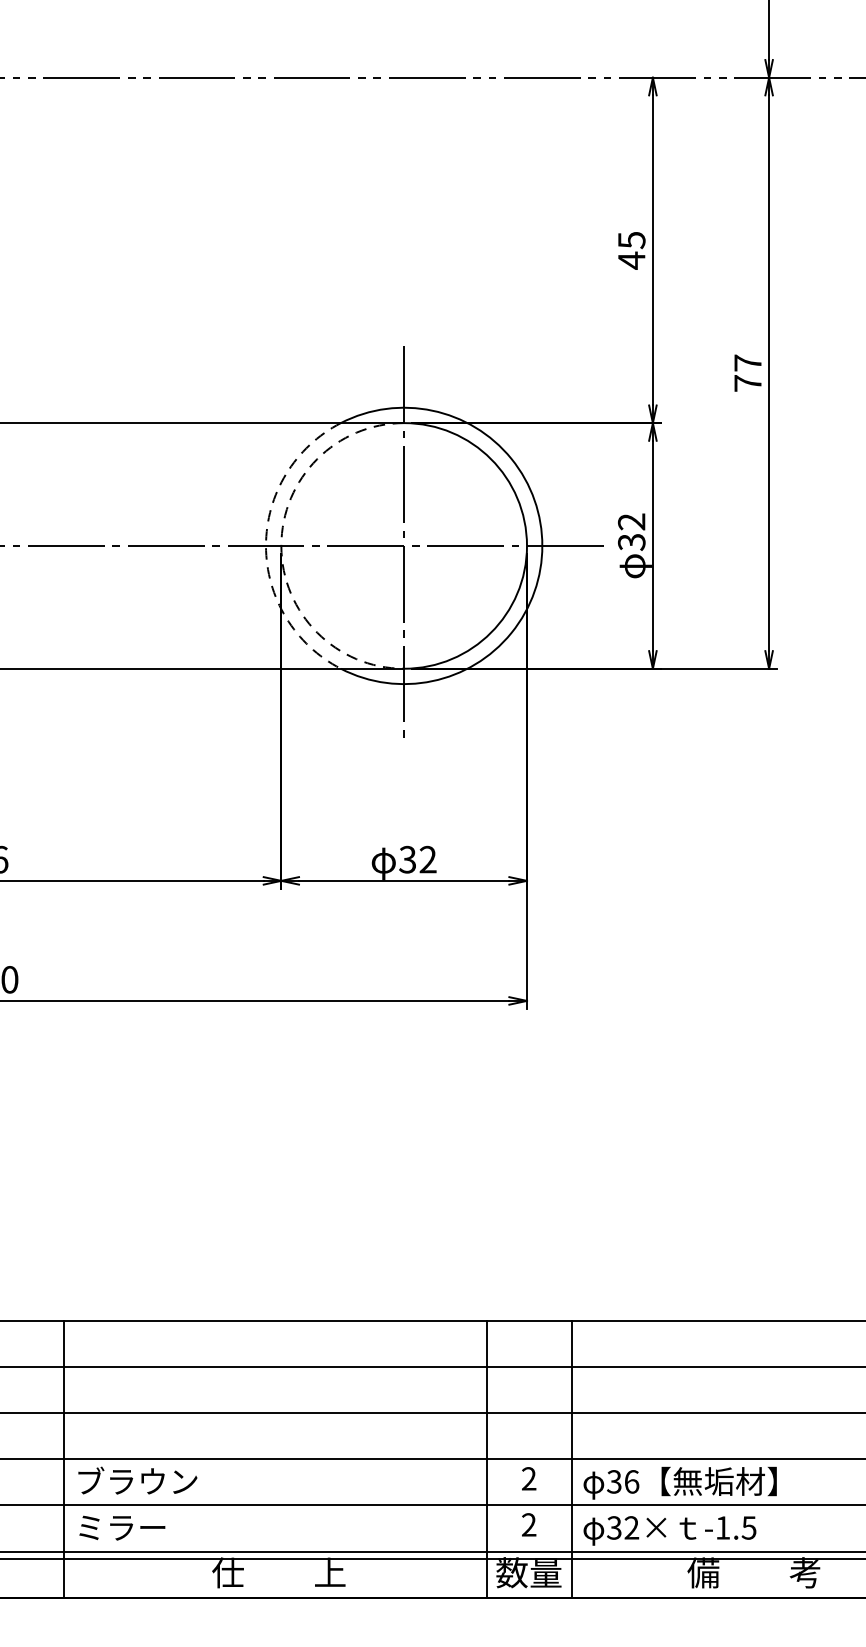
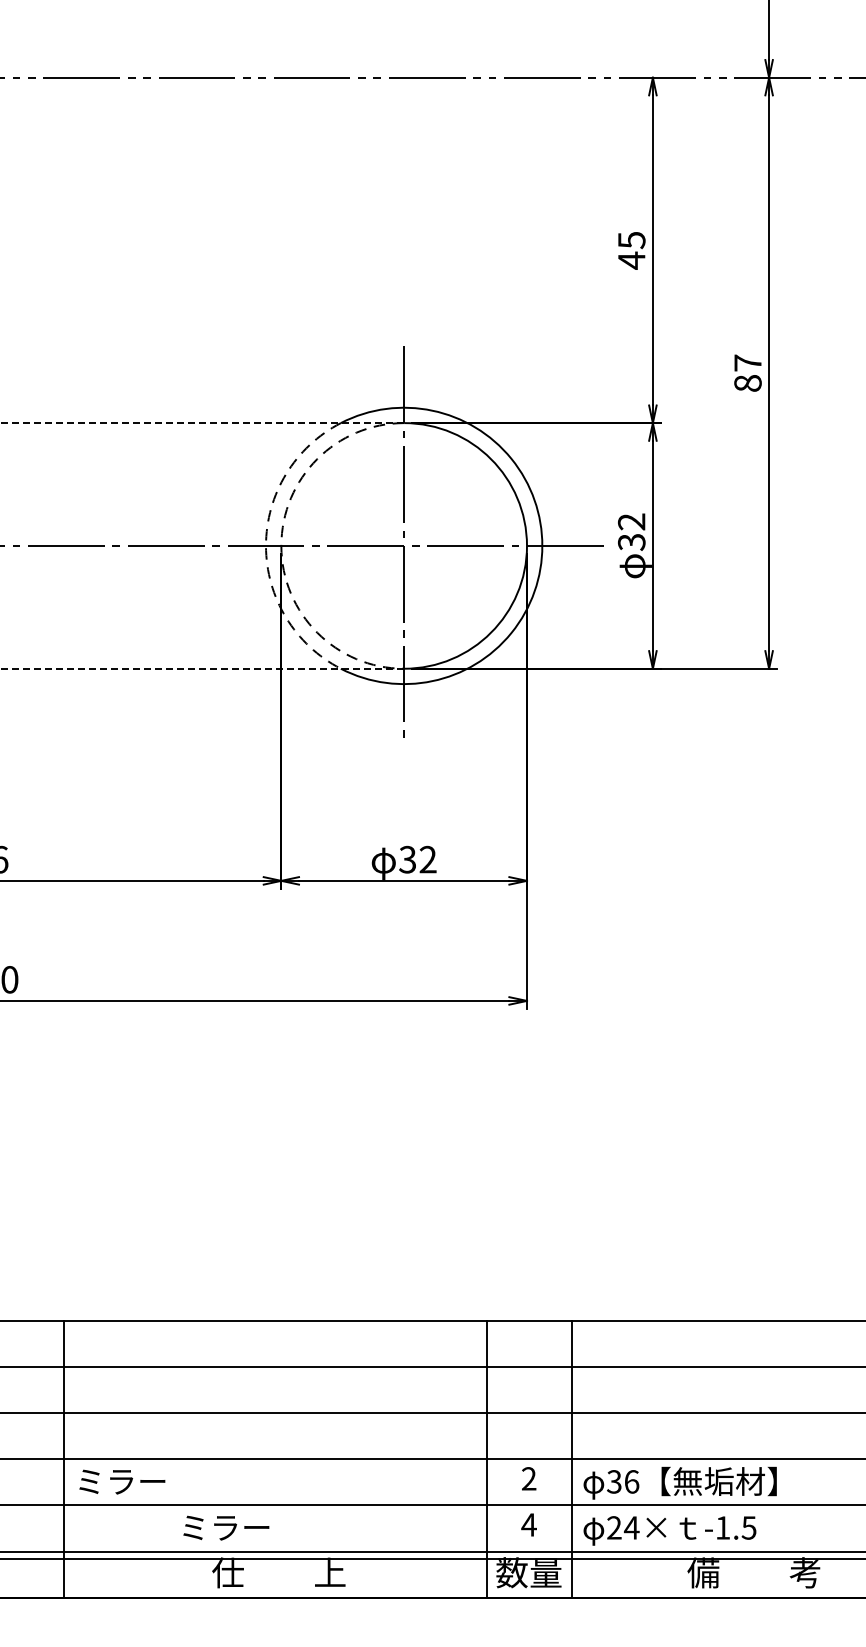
text at (747, 383): 77 -> 87
line at (202, 423): solid -> dashed
line at (202, 668): solid -> dashed
text at (137, 1480): ブラウン -> ミラー
text at (528, 1524): 2 -> 4
text at (122, 1527) position: (122, 1527) -> (226, 1527)
text at (623, 1527): 32× -> 24×
